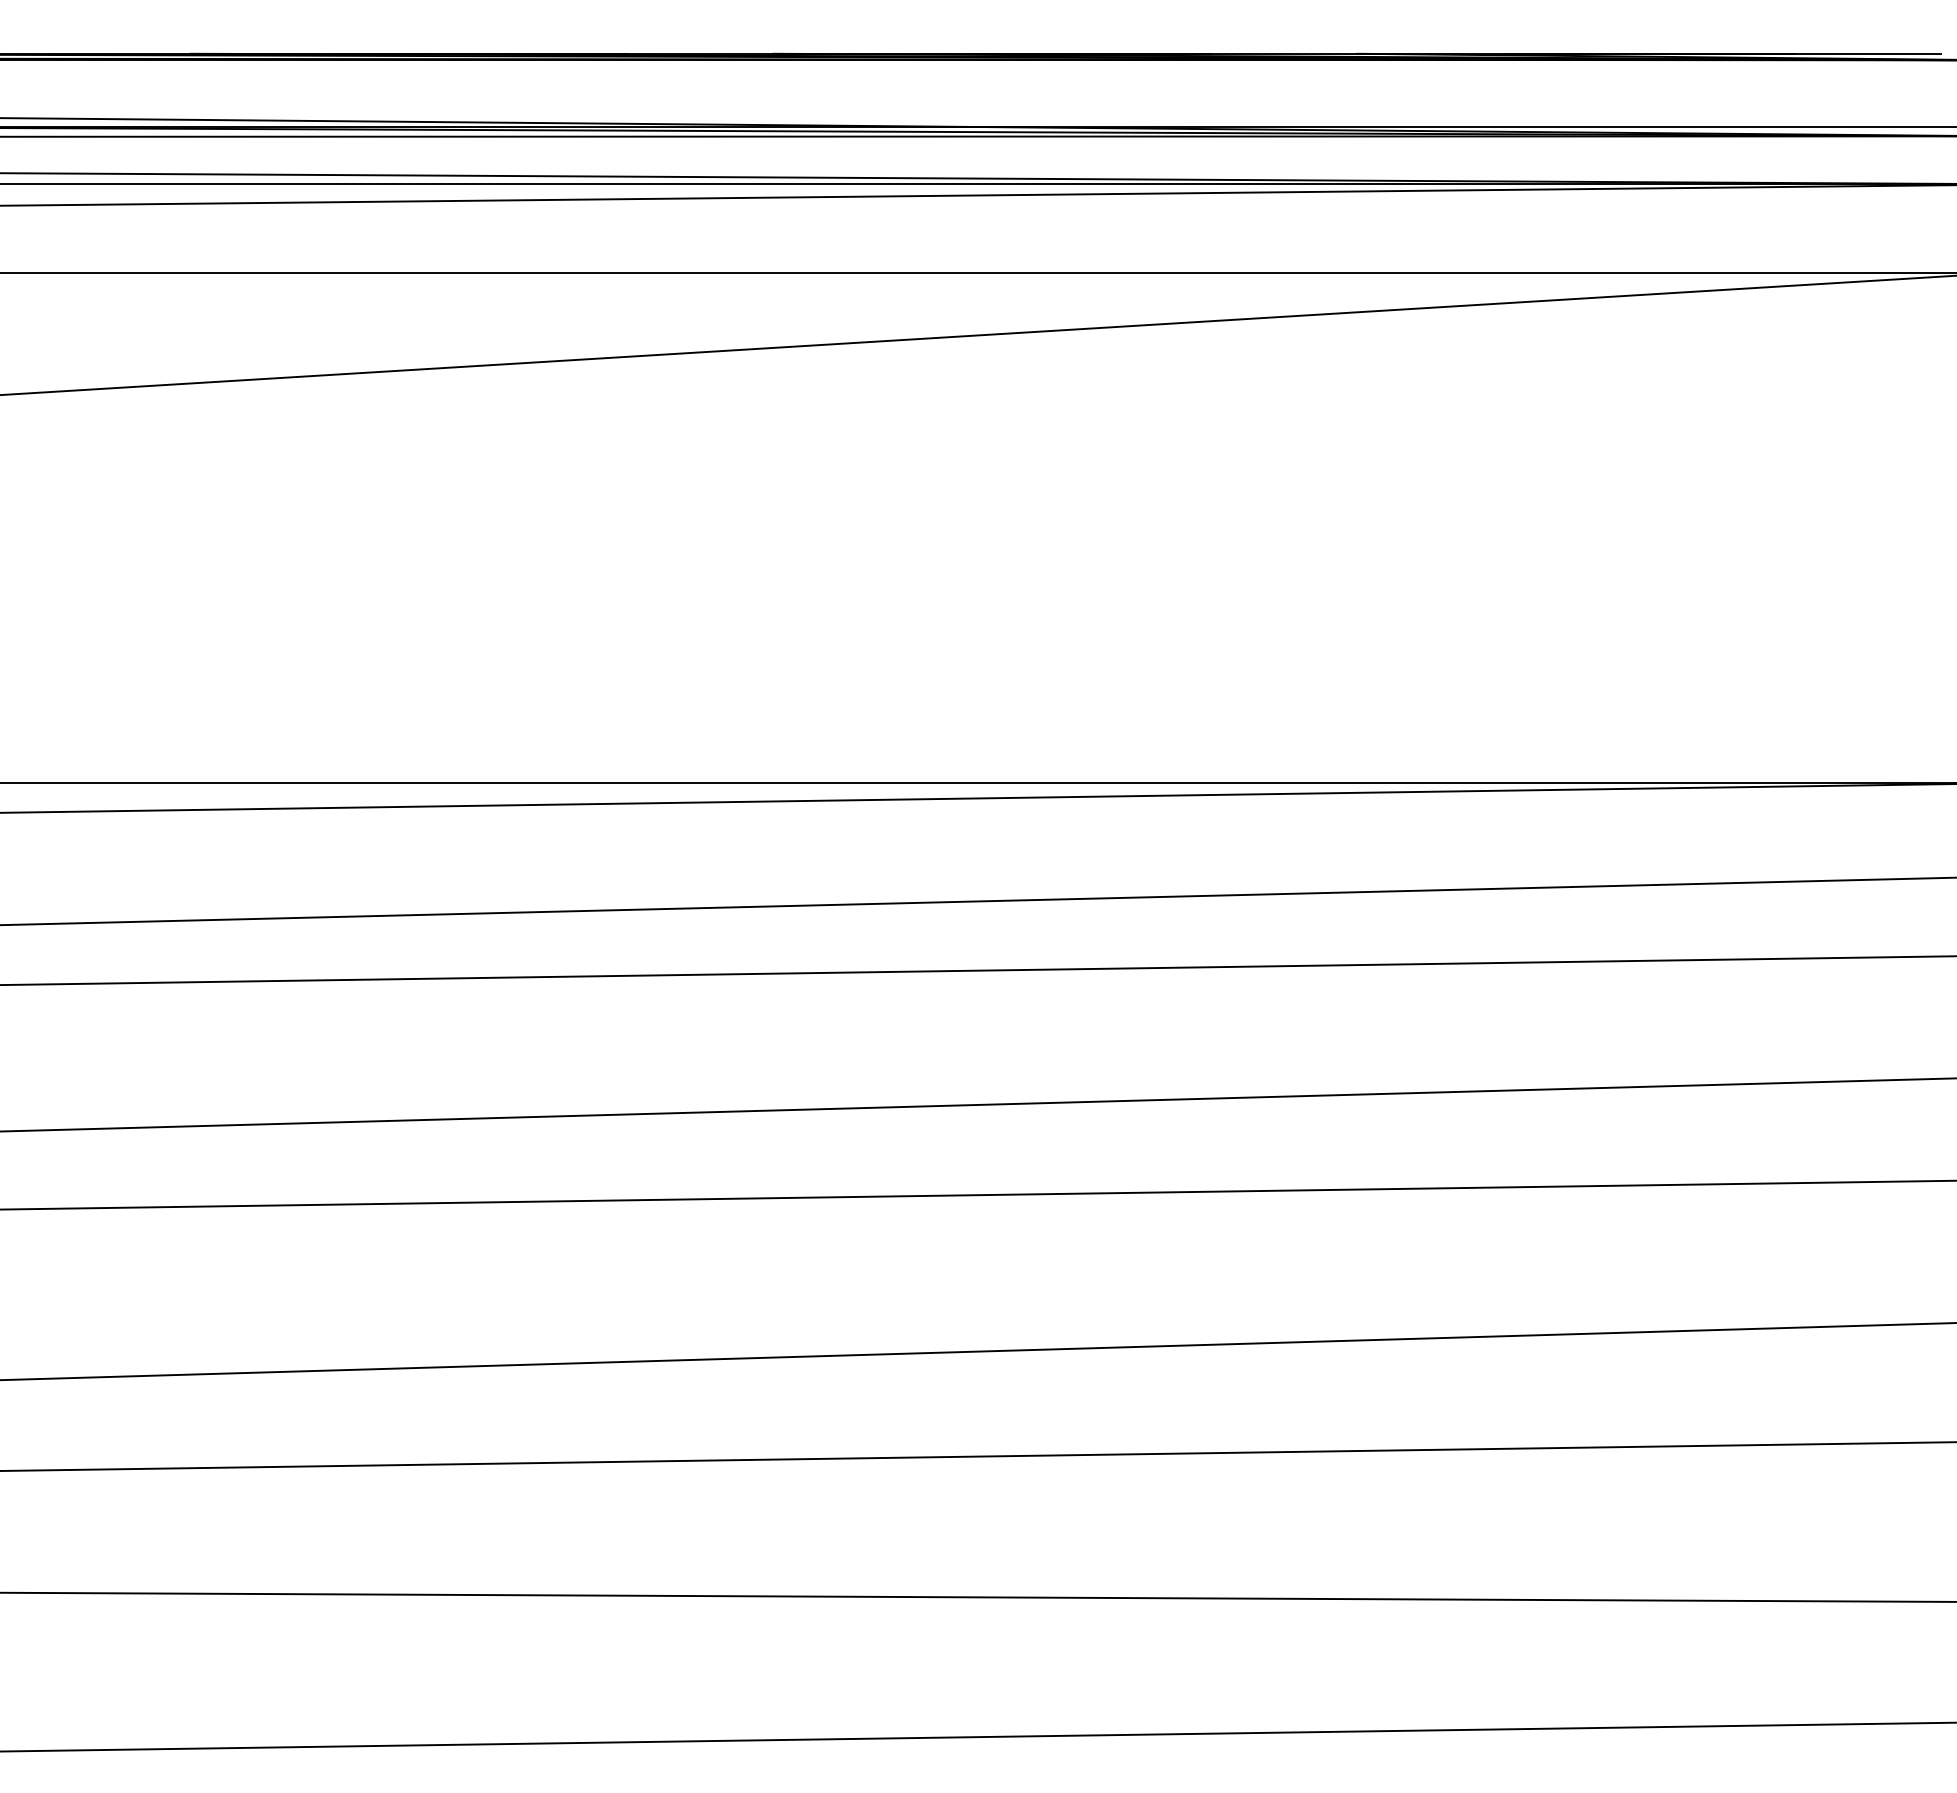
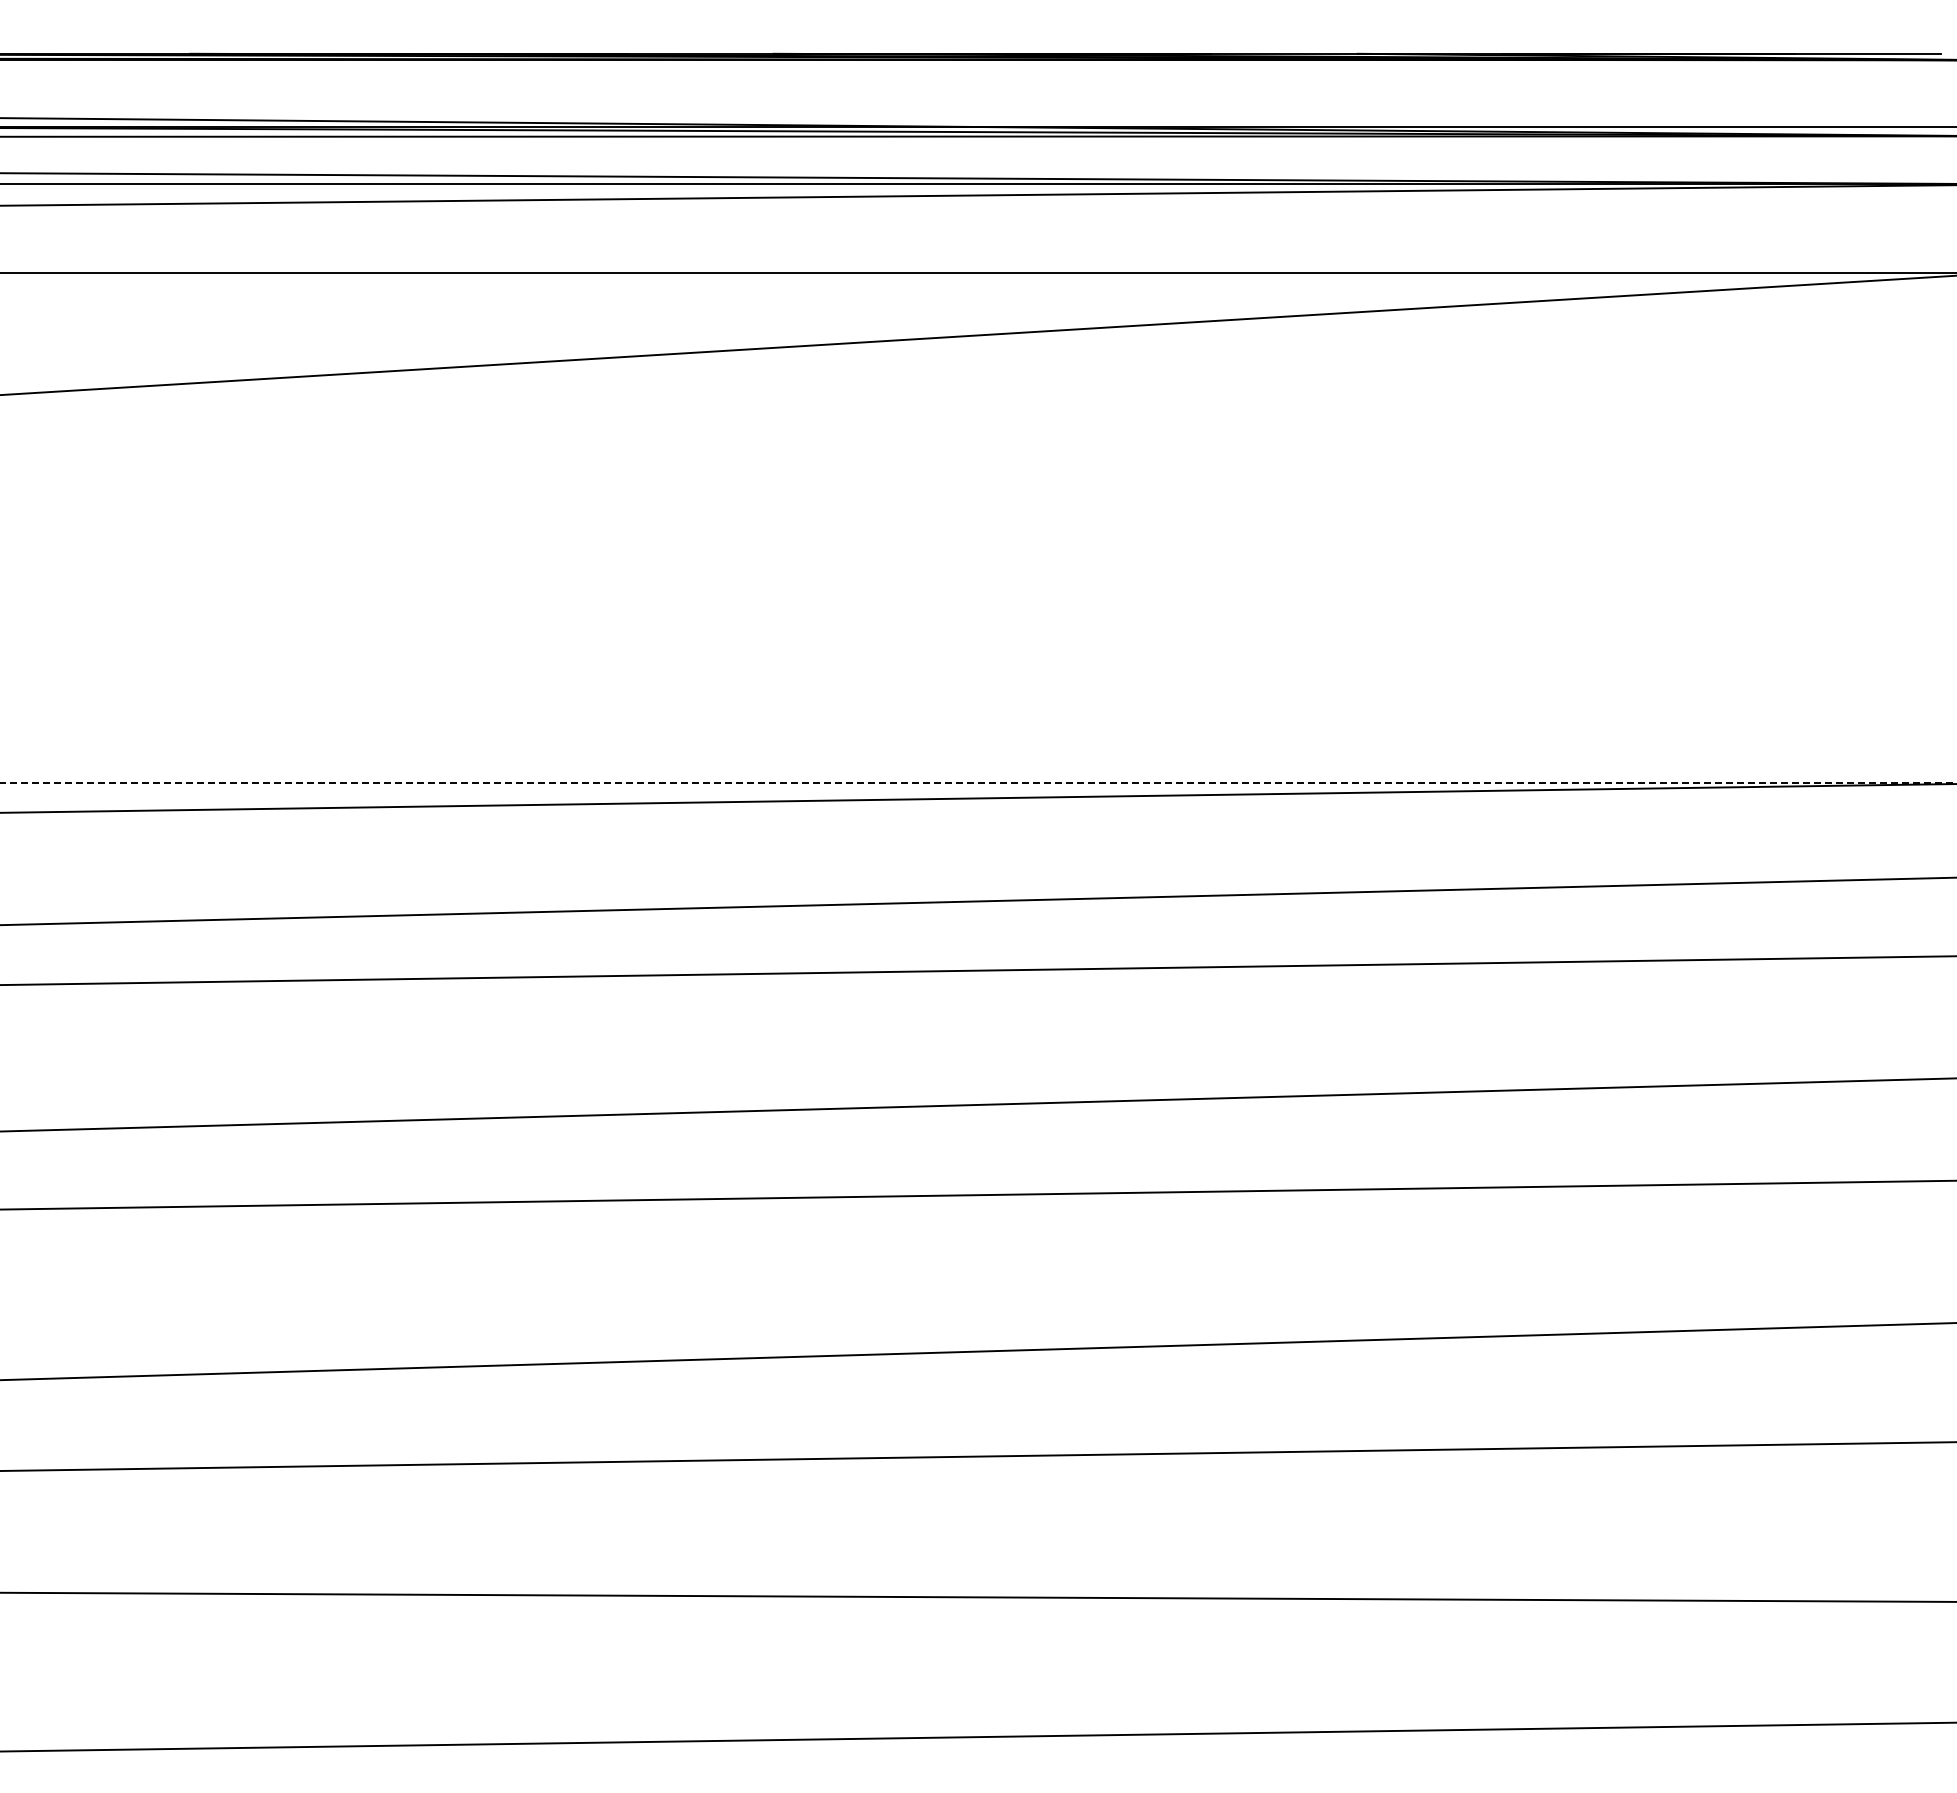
line at (978, 783): solid -> dashed
